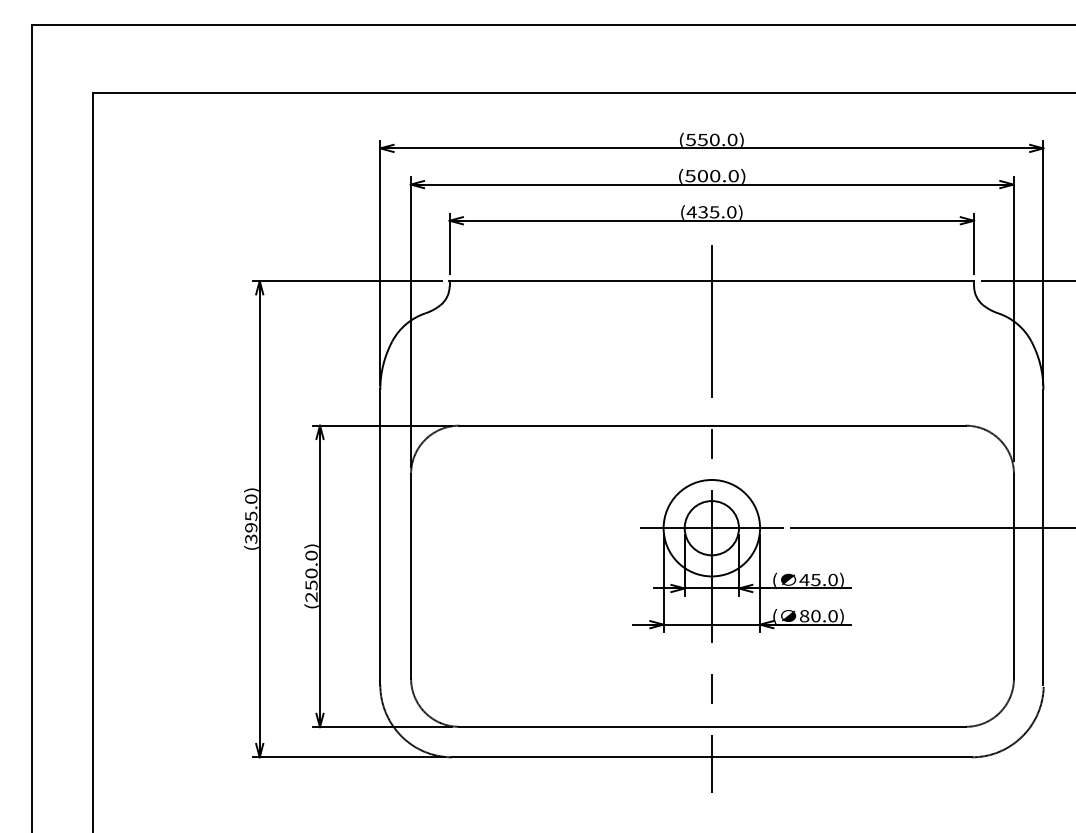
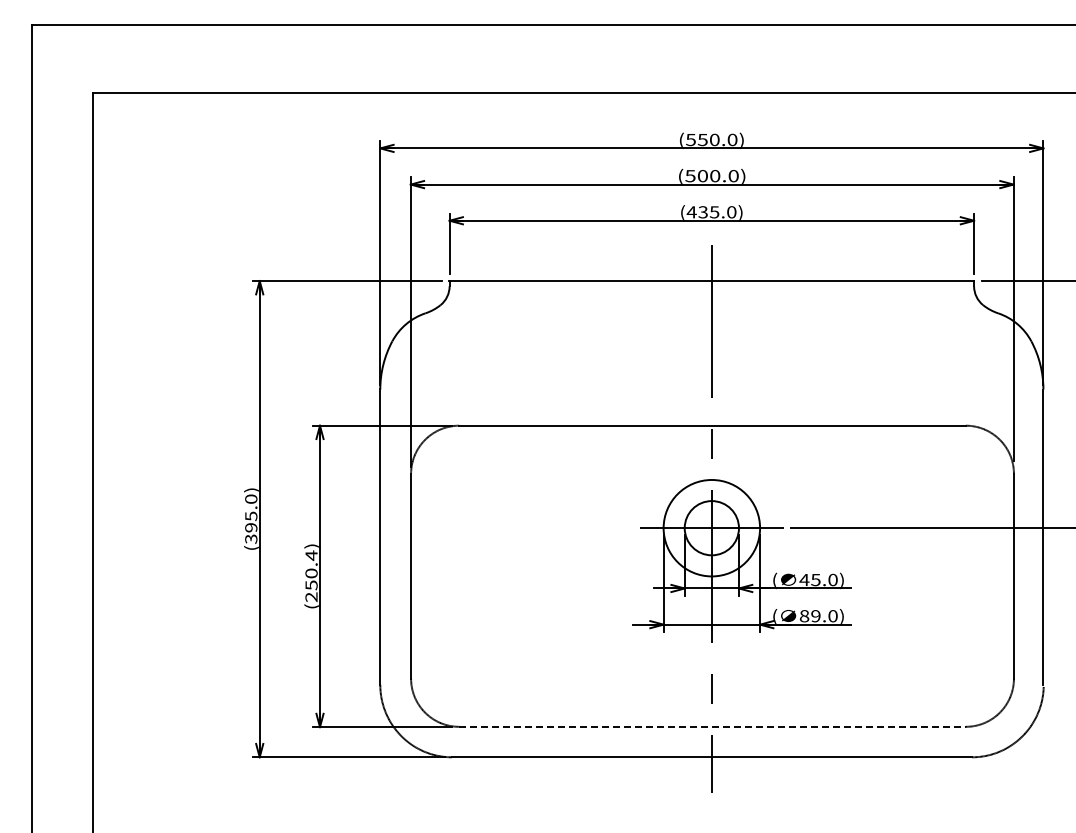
text at (311, 555): (250.0) -> (250.4)
text at (815, 616): 80.0) -> 89.0)
line at (712, 727): solid -> dashed
